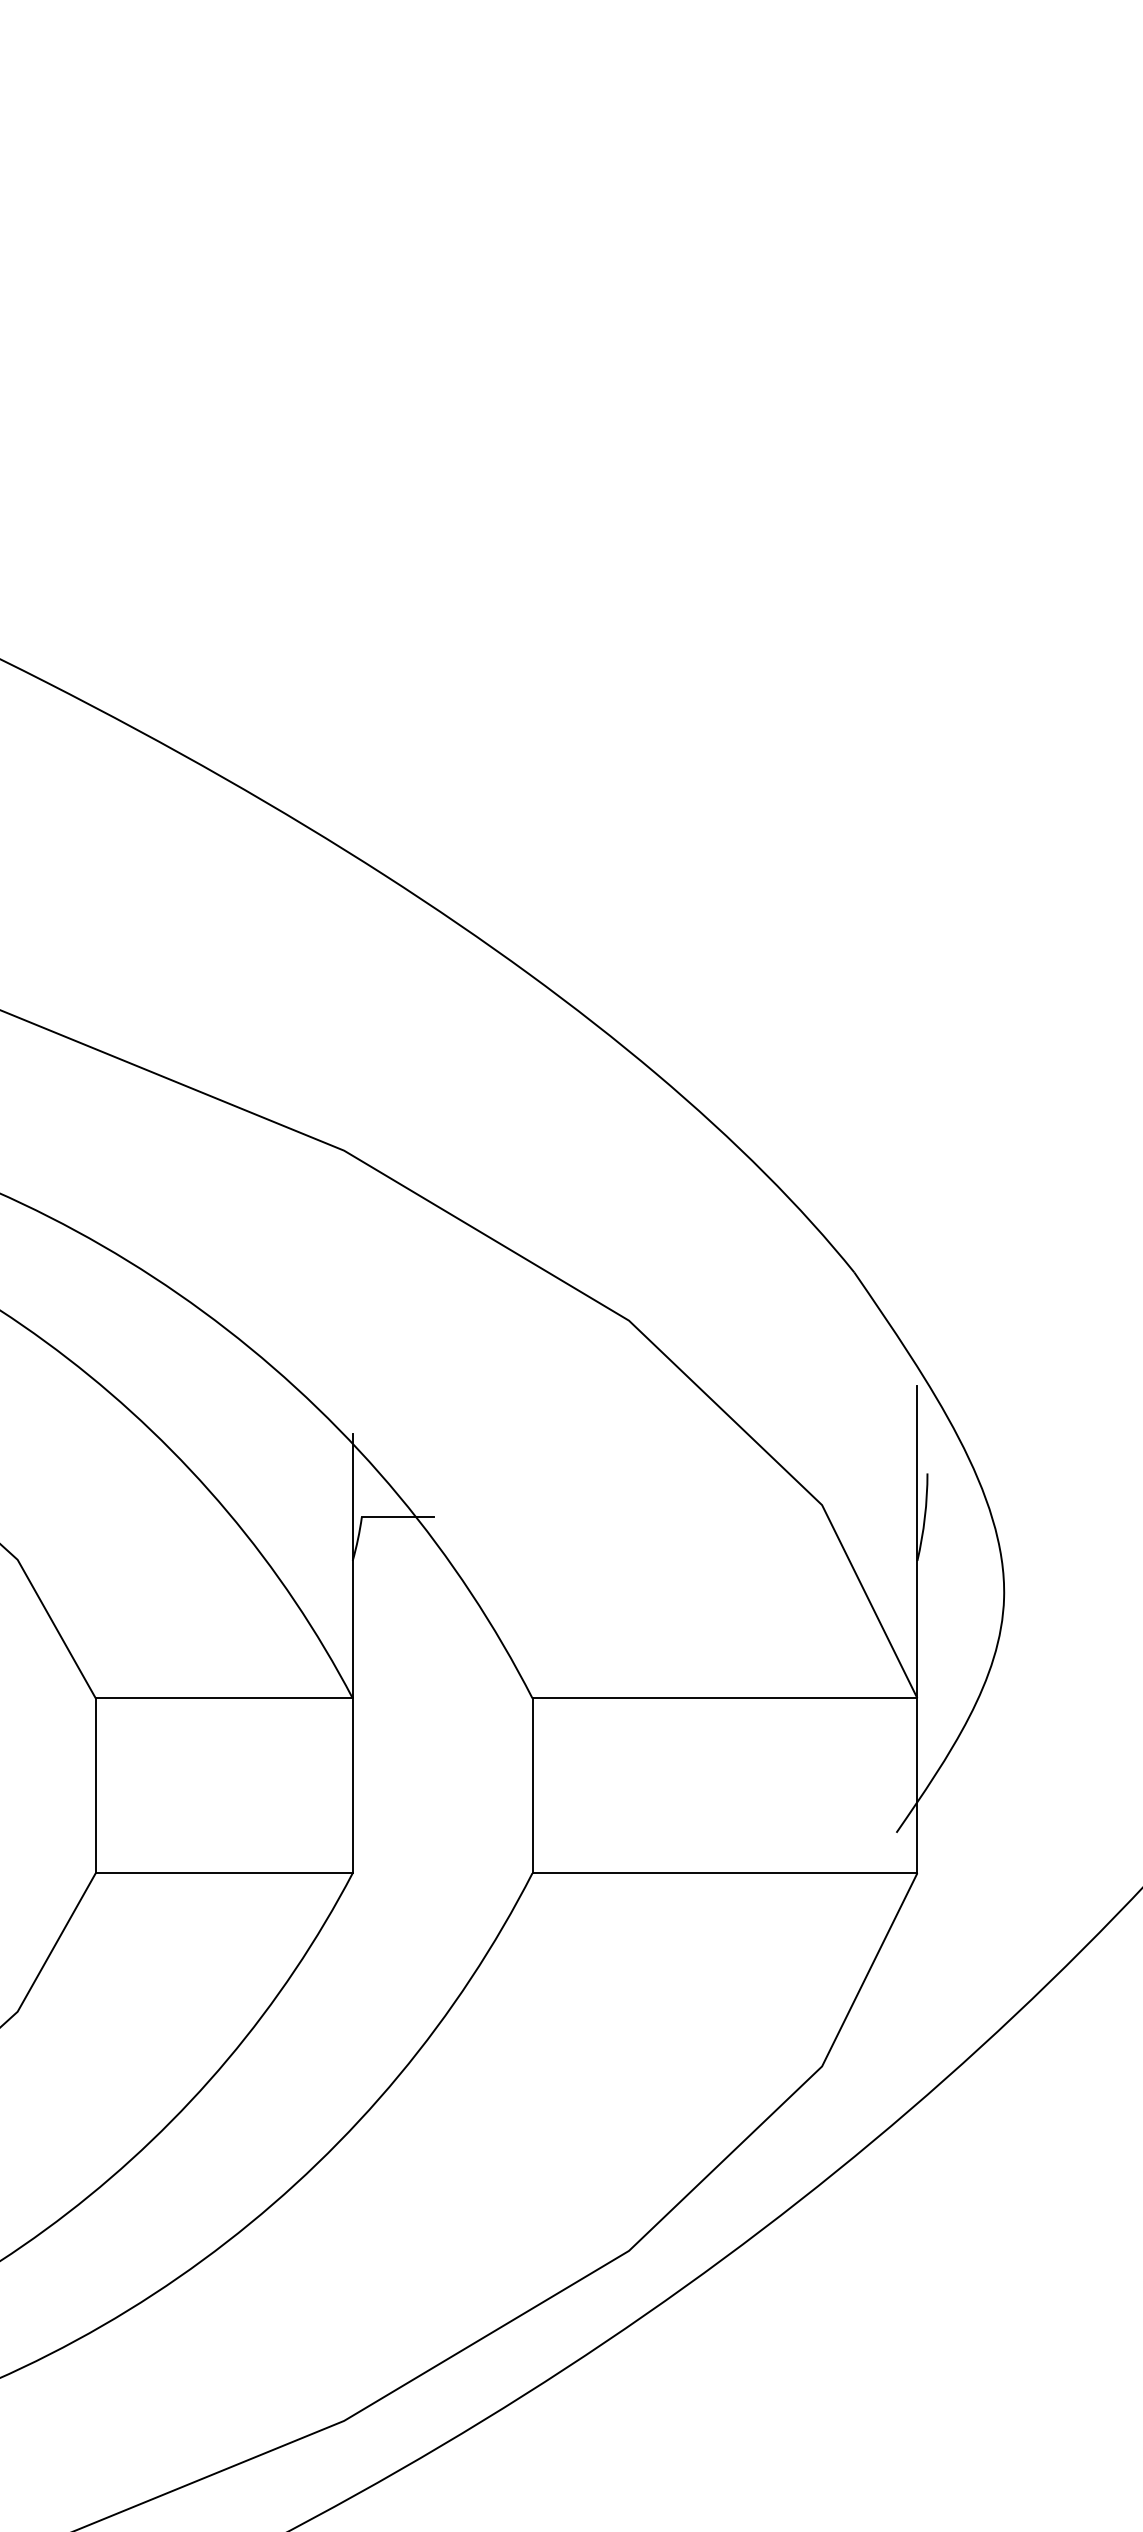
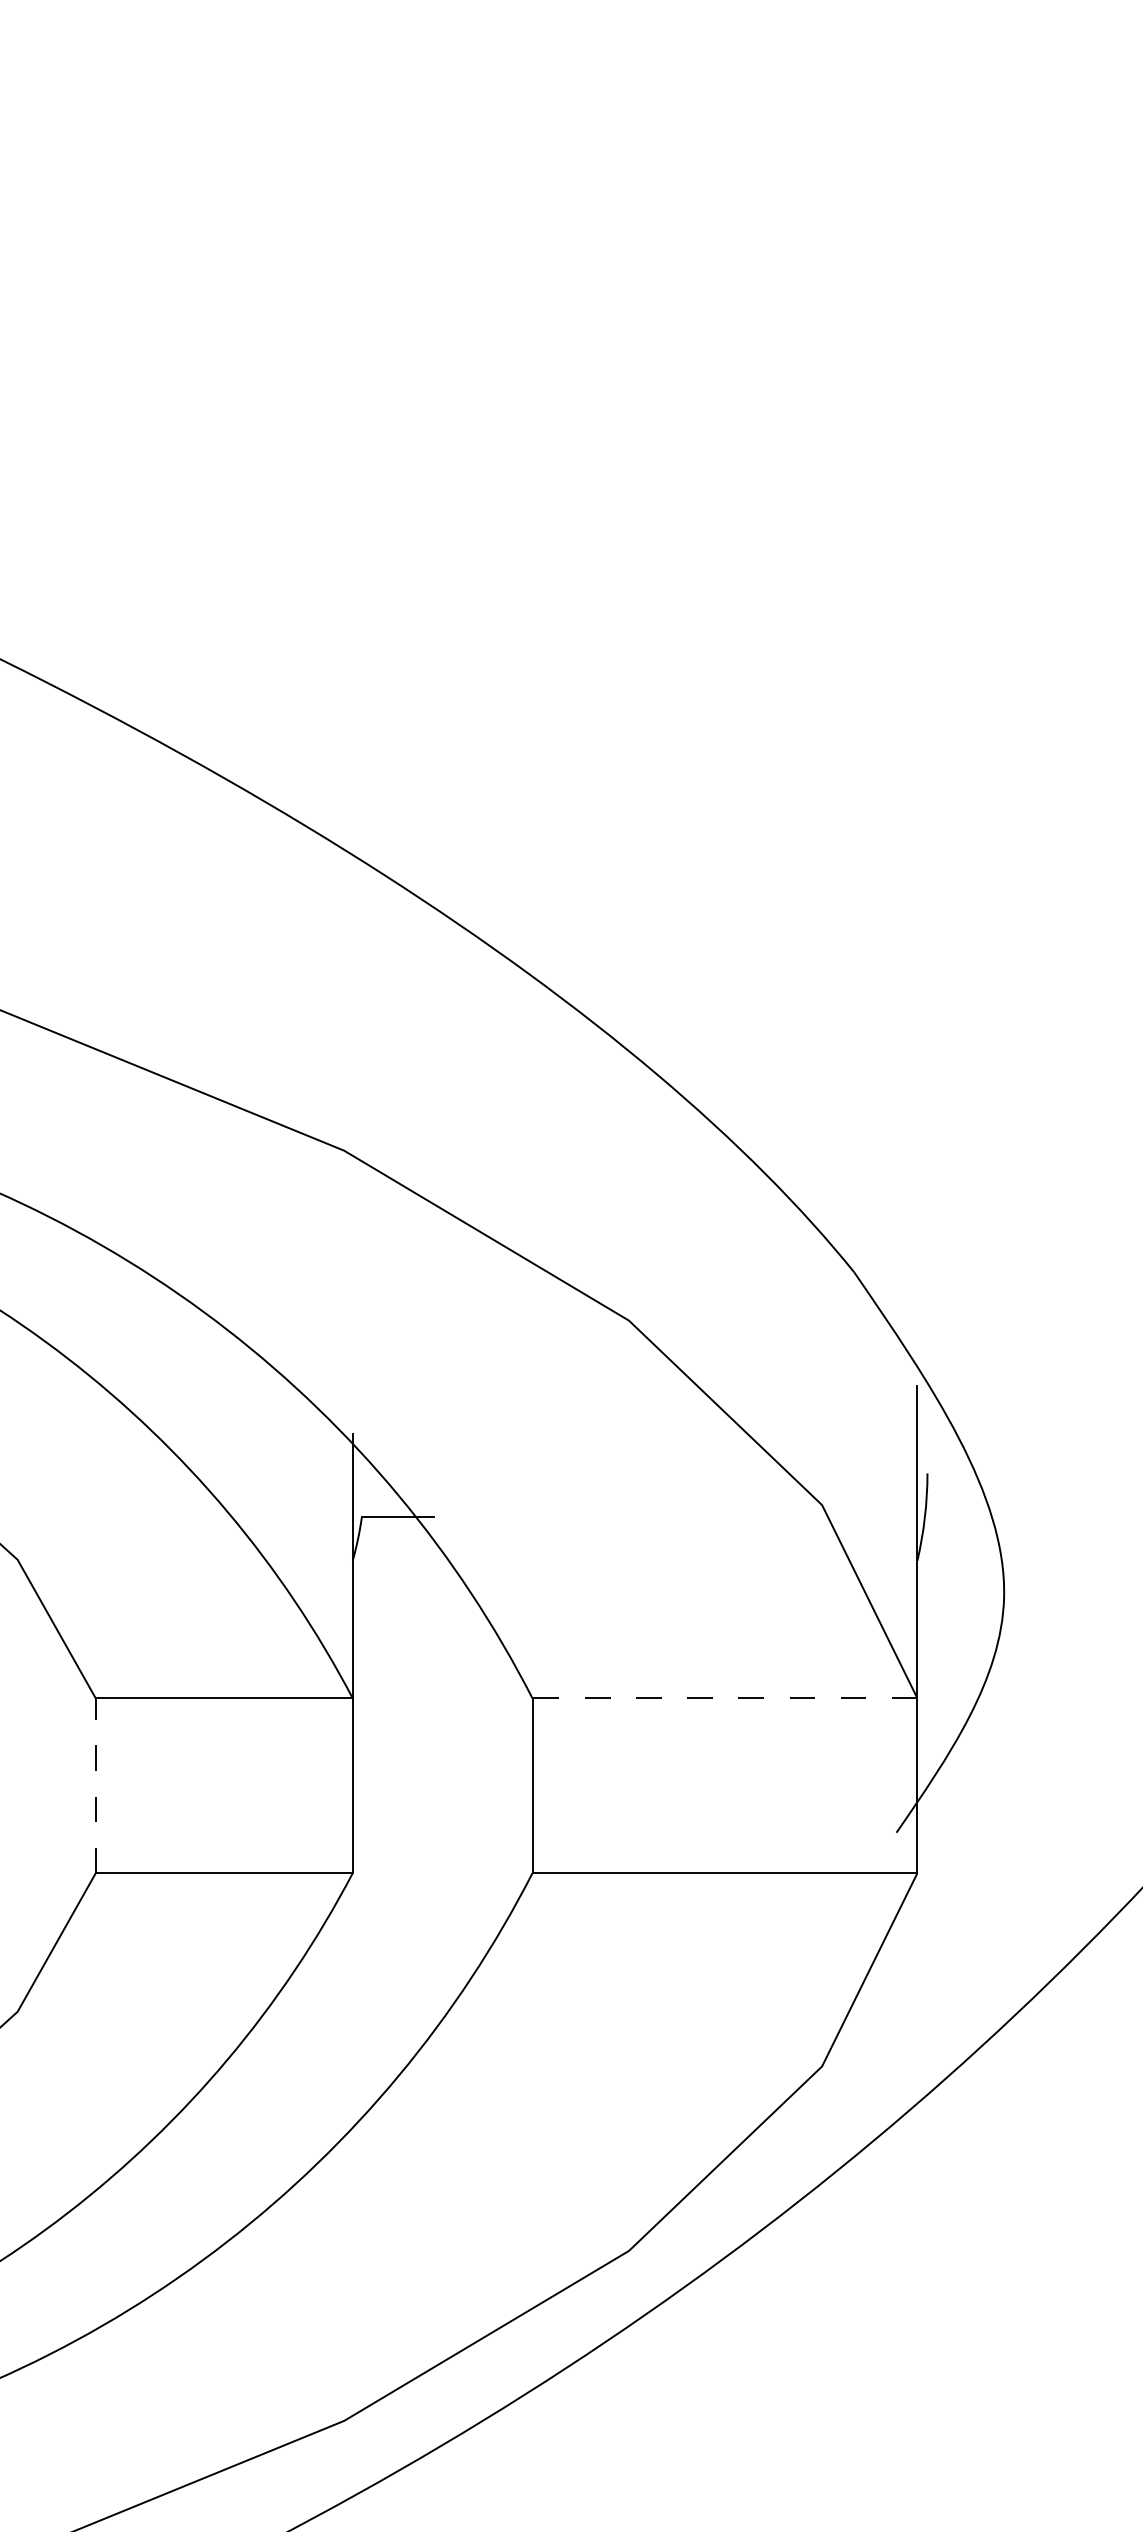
line at (724, 1698): solid -> dashed
line at (95, 1785): solid -> dashed
